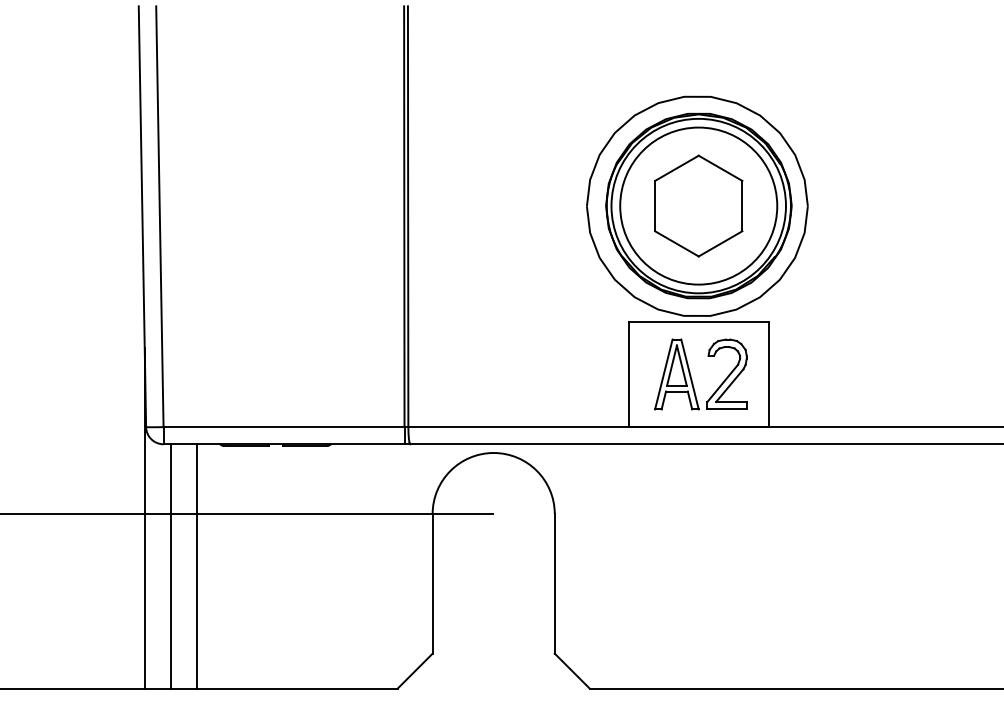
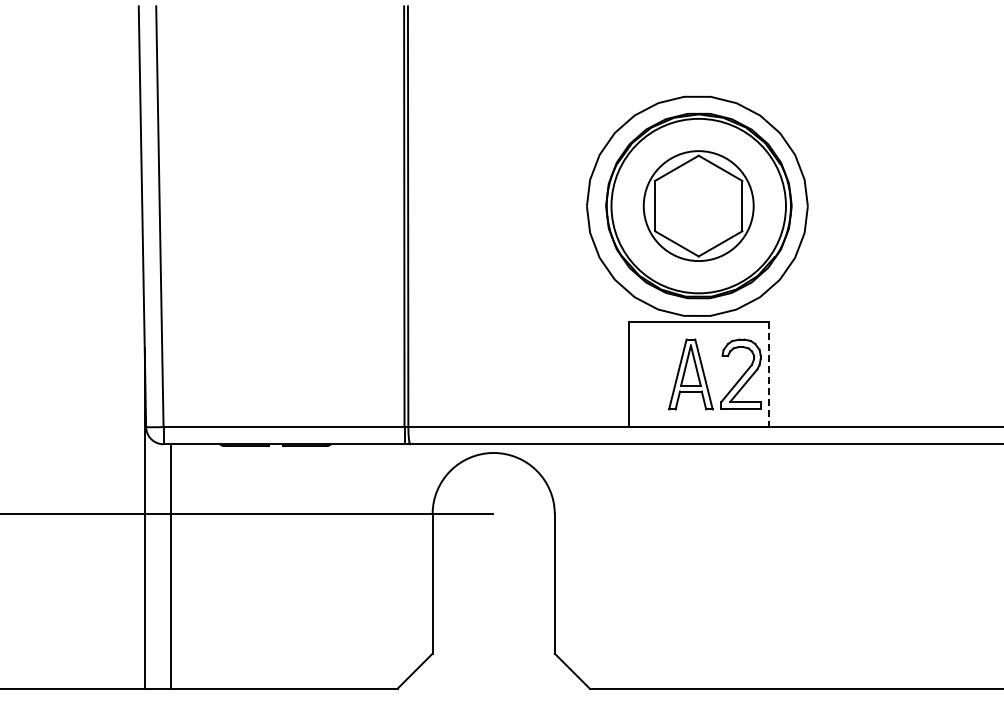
circle at (698, 205) diameter: 157 px -> 110 px
line at (768, 374): solid -> dashed
part at (691, 375) position: (691, 375) -> (705, 375)
line at (197, 566): present -> none
